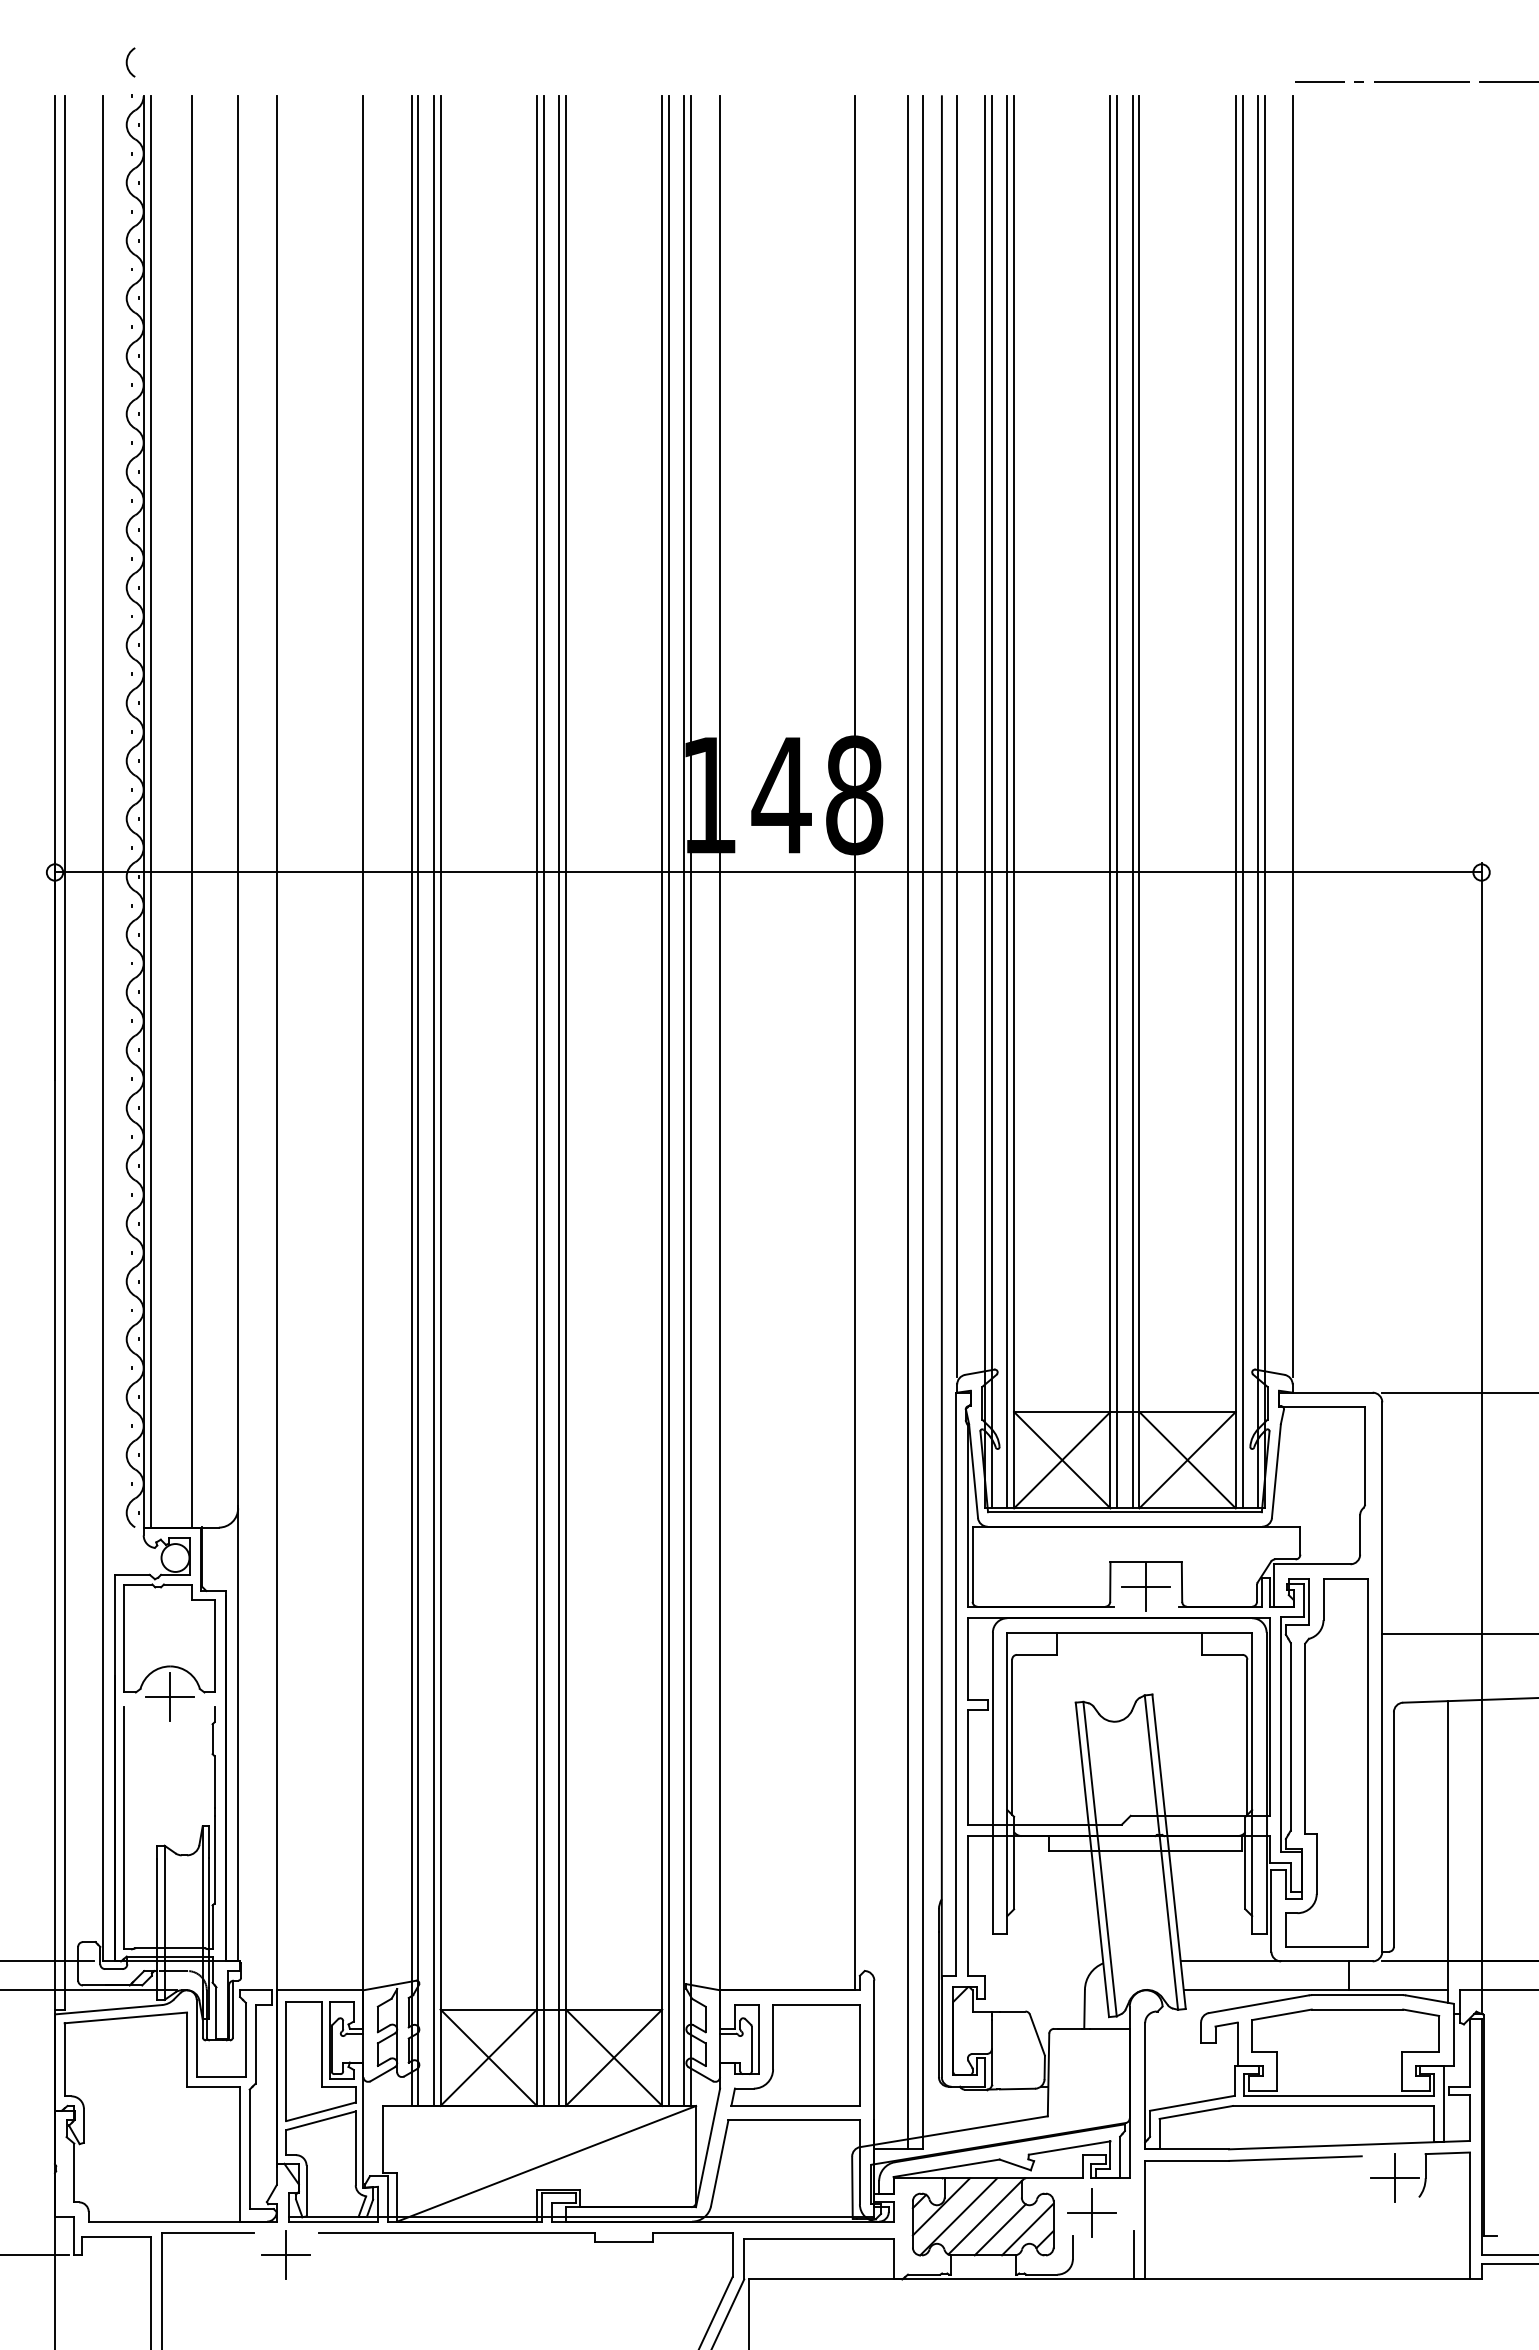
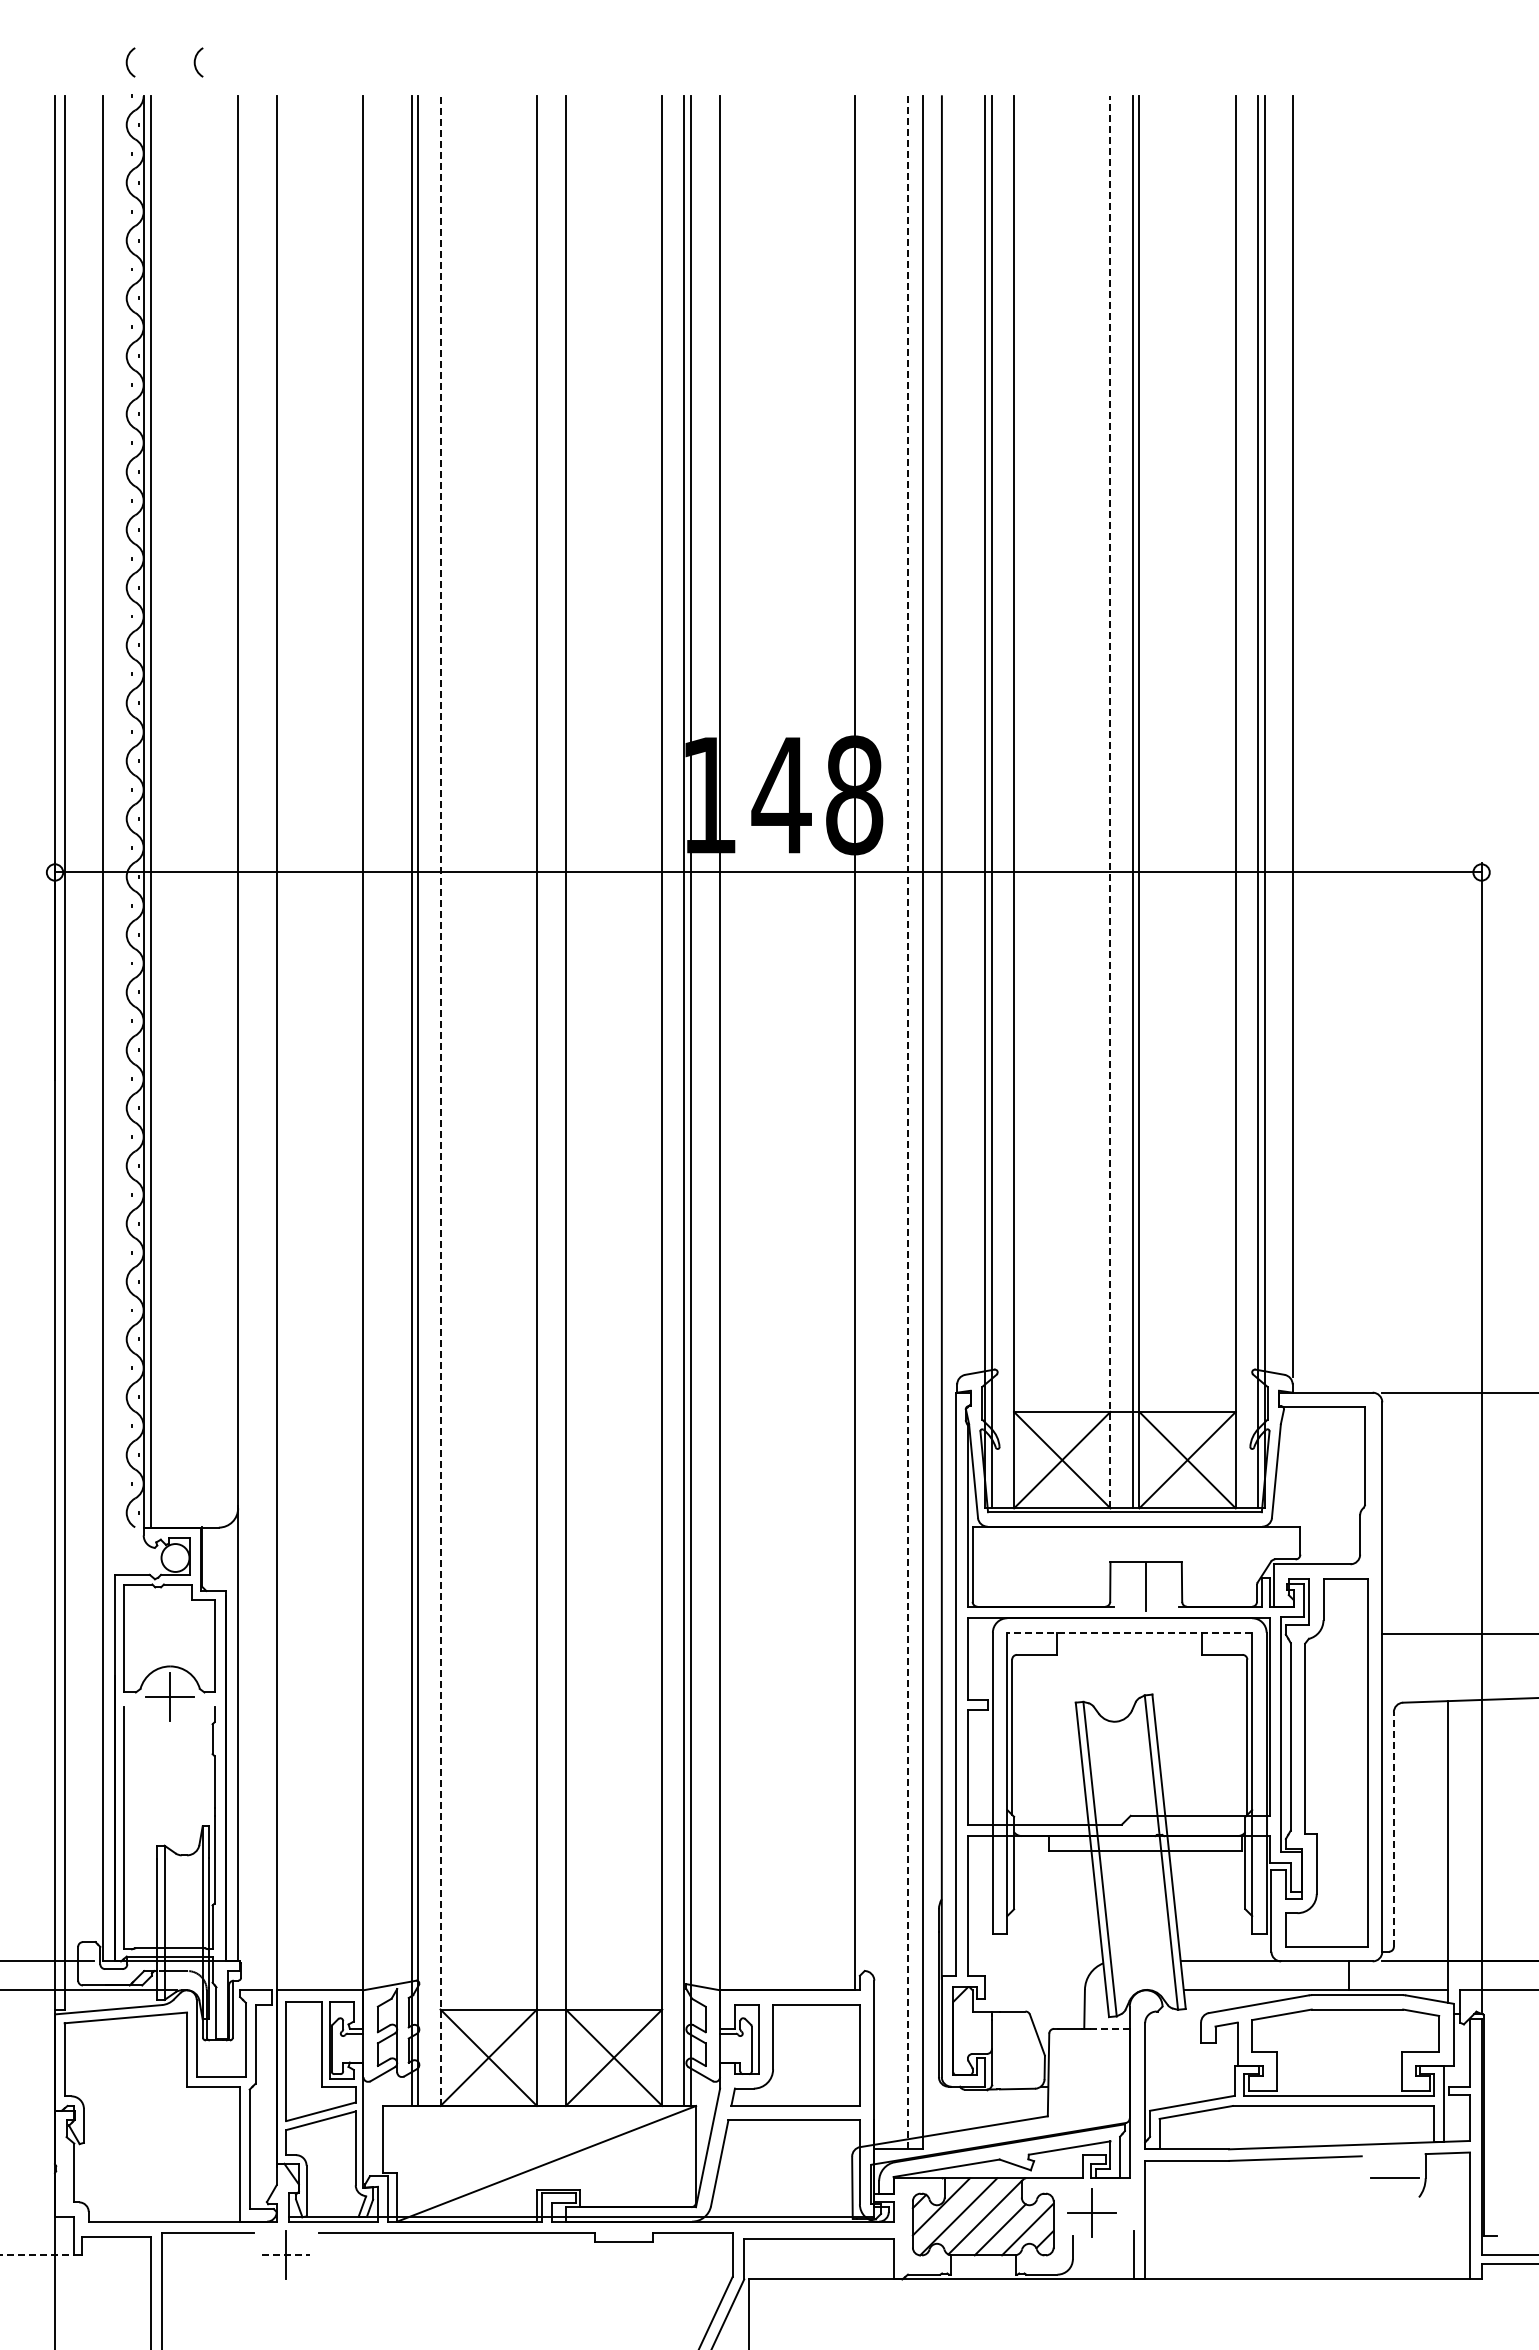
arc at (195, 62): none -> present
line at (1382, 81): present -> none
line at (1507, 81): present -> none
line at (957, 736): present -> none
line at (1110, 801): solid -> dashed
line at (1007, 802): present -> none
line at (1117, 802): present -> none
line at (1242, 802): present -> none
line at (191, 811): present -> none
line at (433, 1100): present -> none
line at (543, 1100): present -> none
line at (559, 1100): present -> none
line at (669, 1100): present -> none
line at (440, 1101): solid -> dashed
line at (908, 1122): solid -> dashed
line at (1146, 1587): present -> none
line at (1129, 1632): solid -> dashed
line at (1393, 1829): solid -> dashed
line at (1110, 2028): solid -> dashed
line at (1394, 2178): present -> none
line at (34, 2255): solid -> dashed
line at (286, 2255): solid -> dashed
